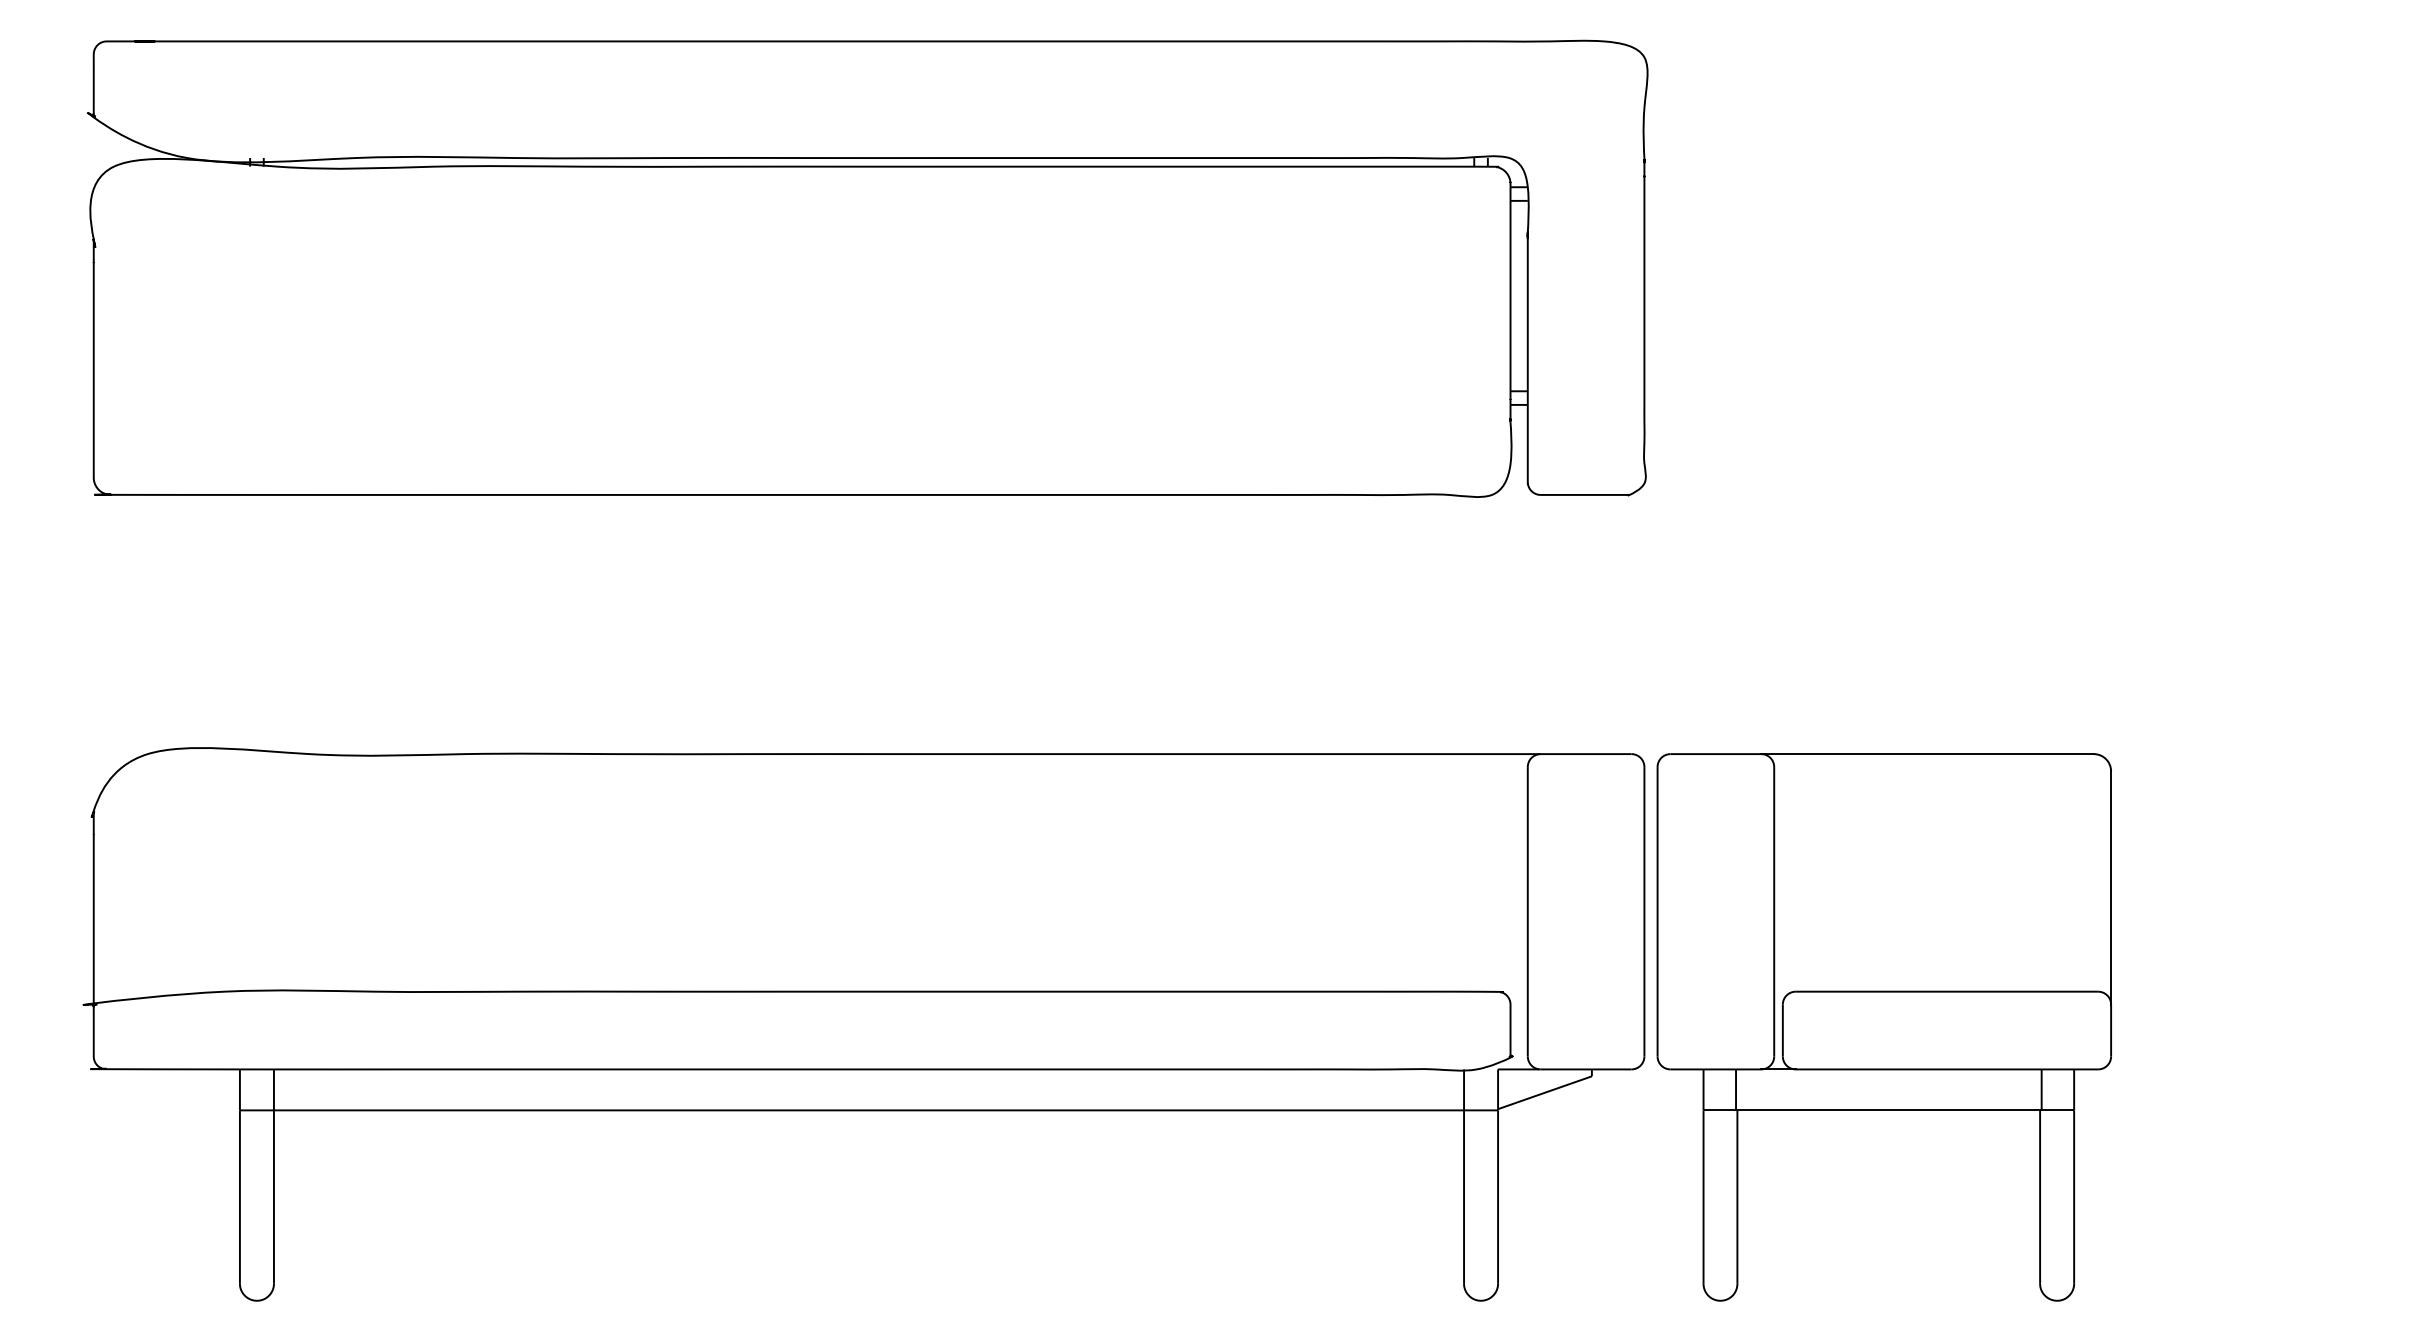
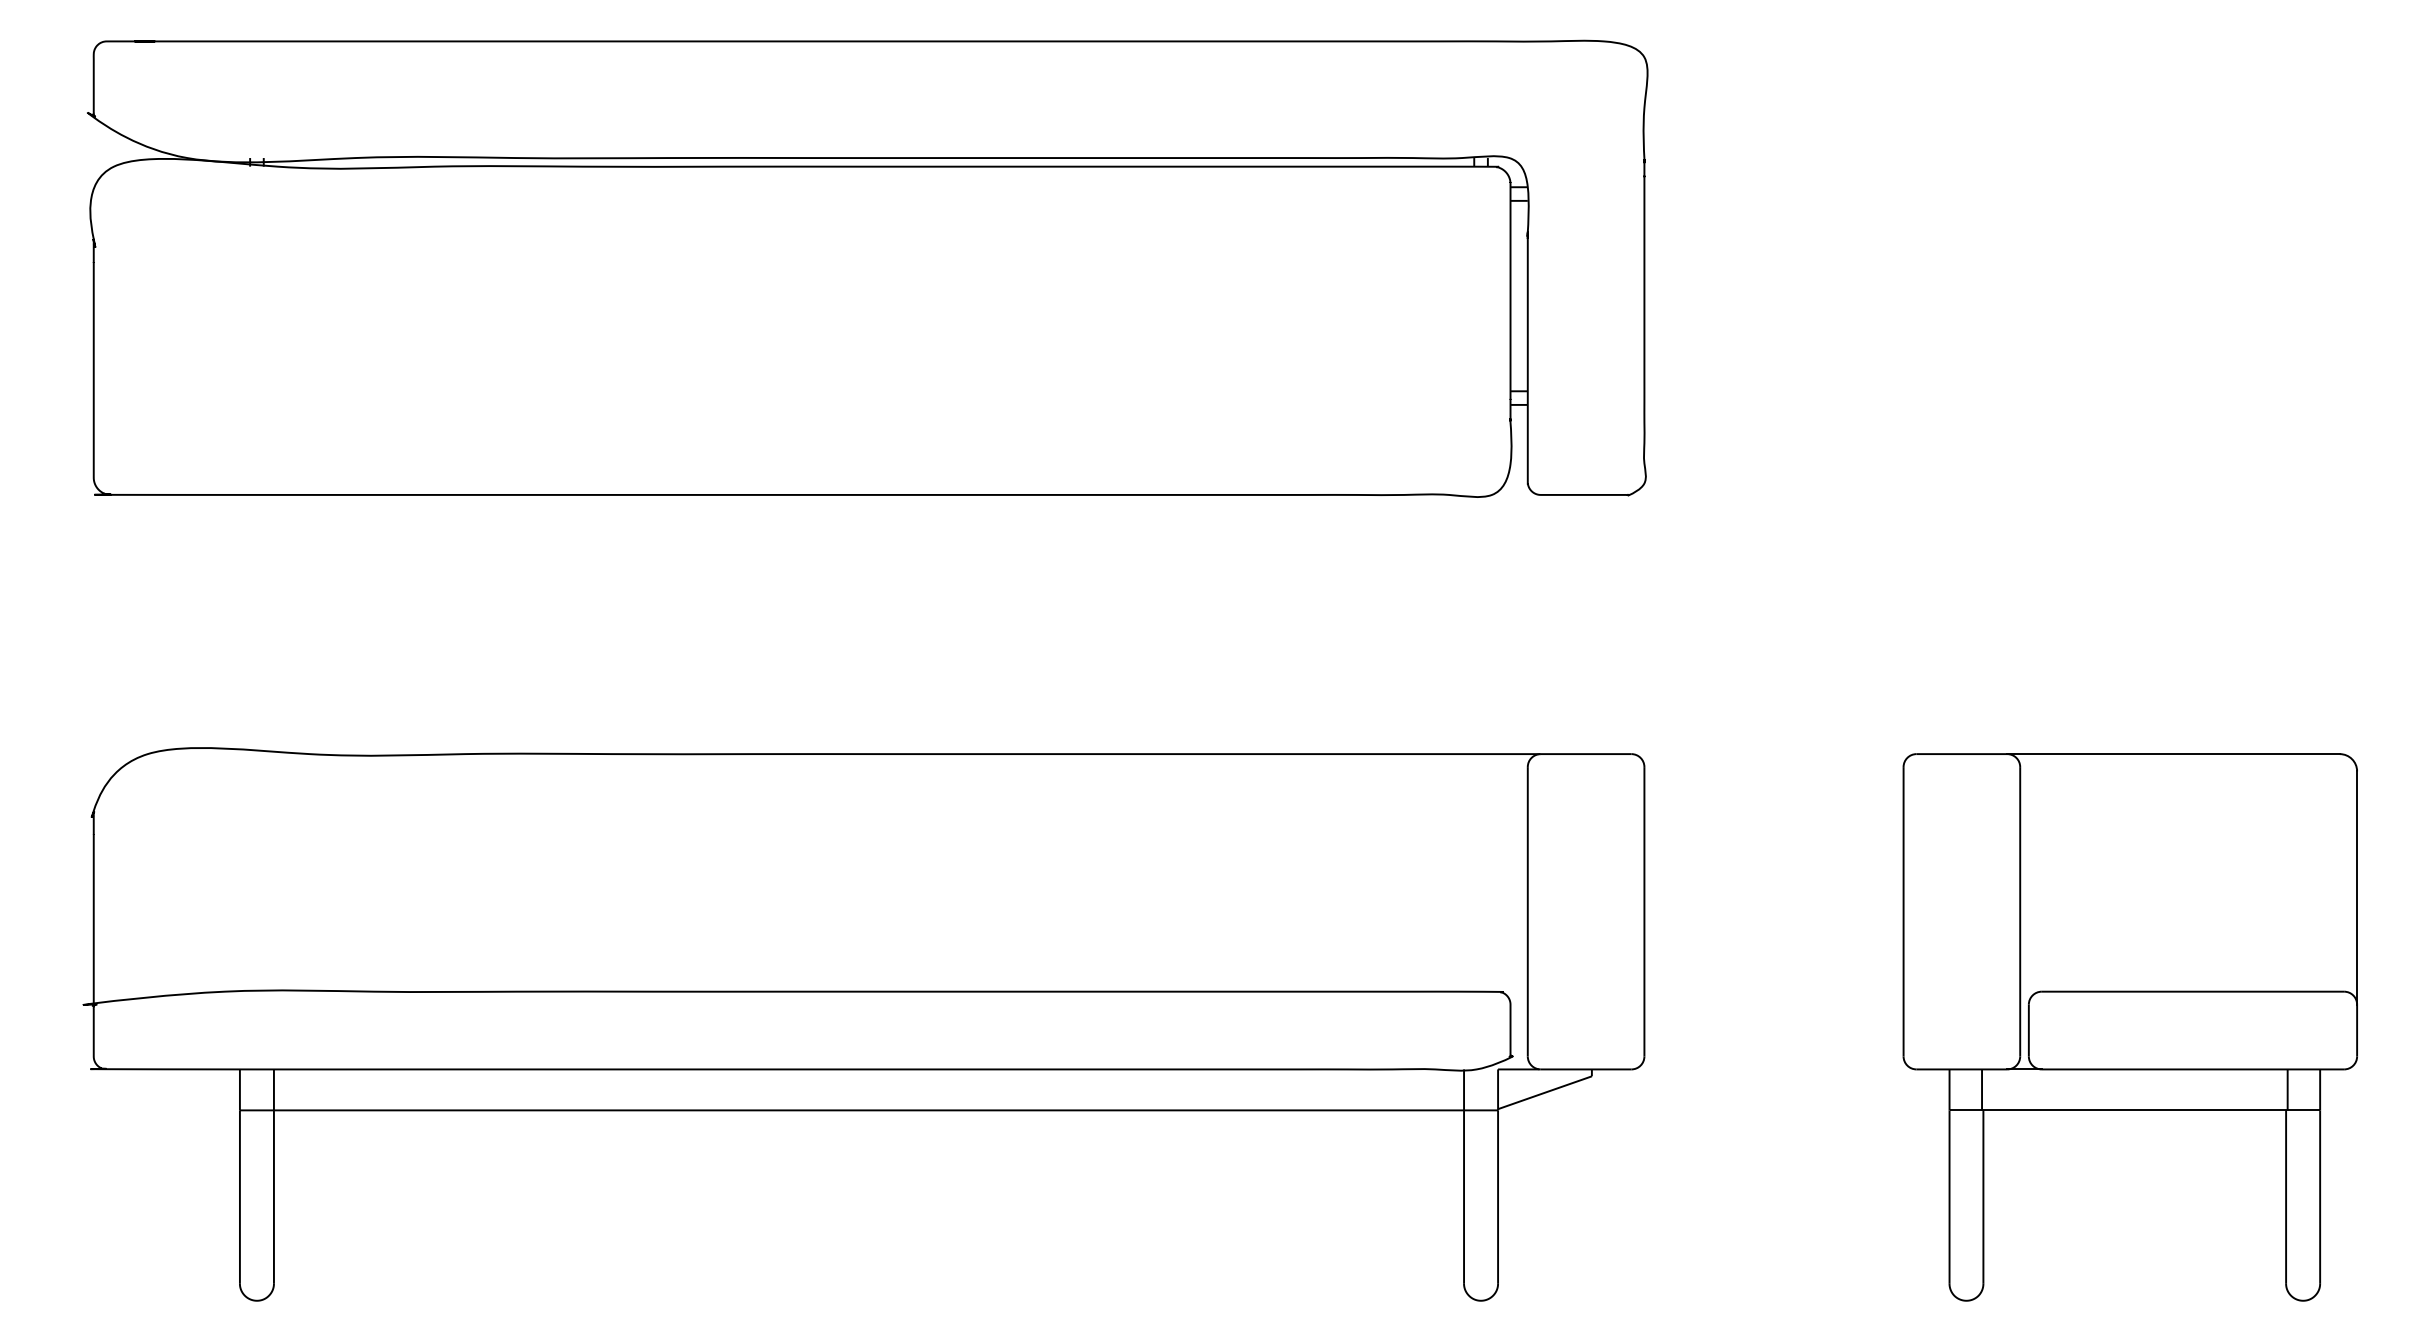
part at (1883, 1027) position: (1883, 1027) -> (2129, 1027)
